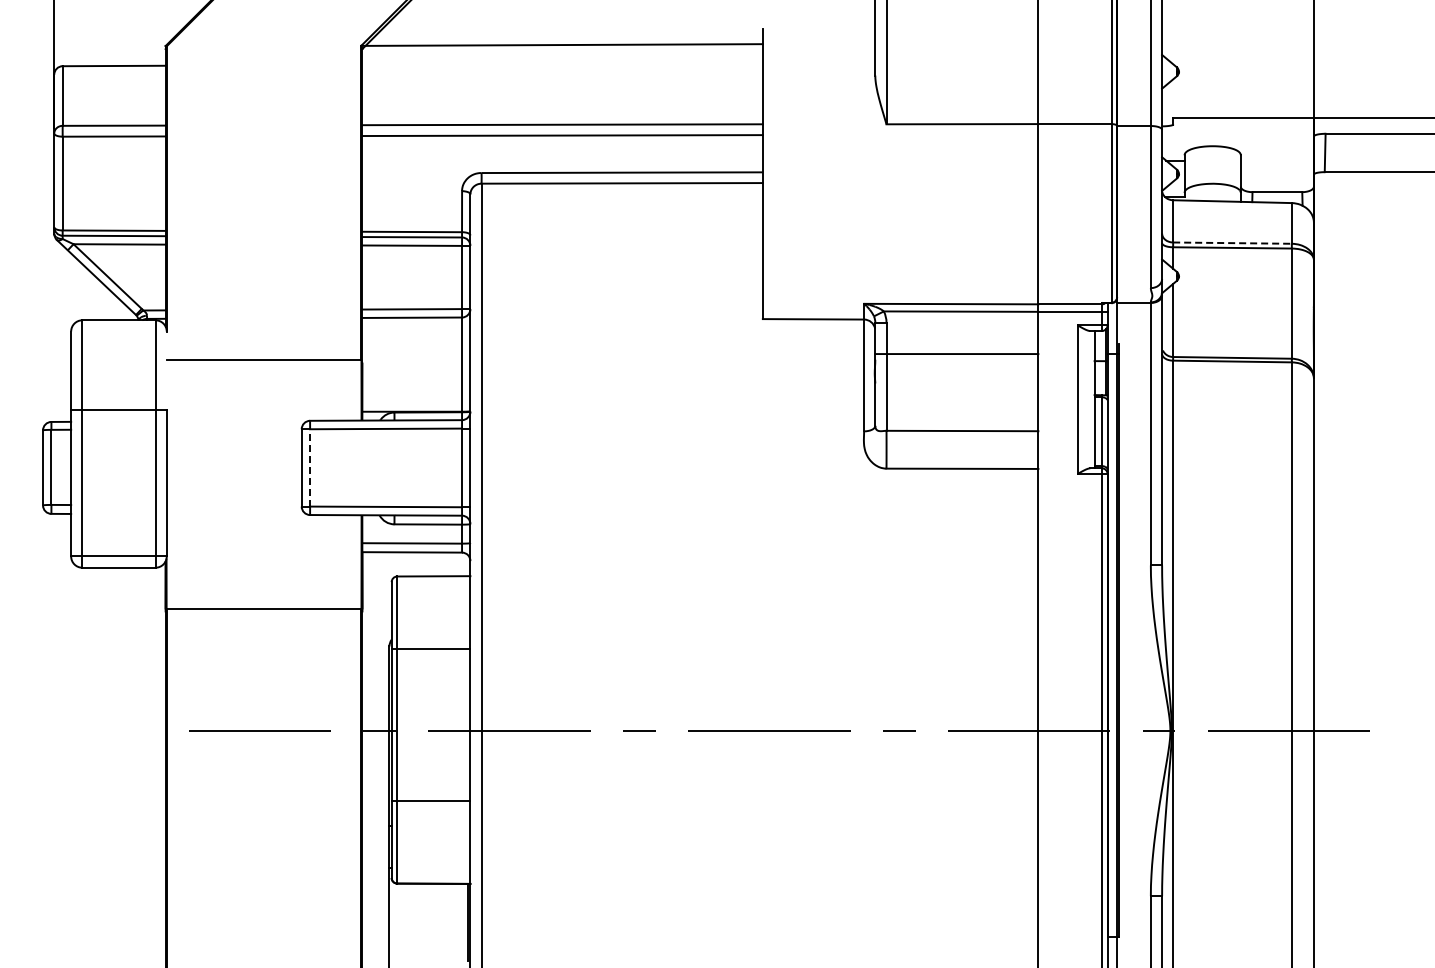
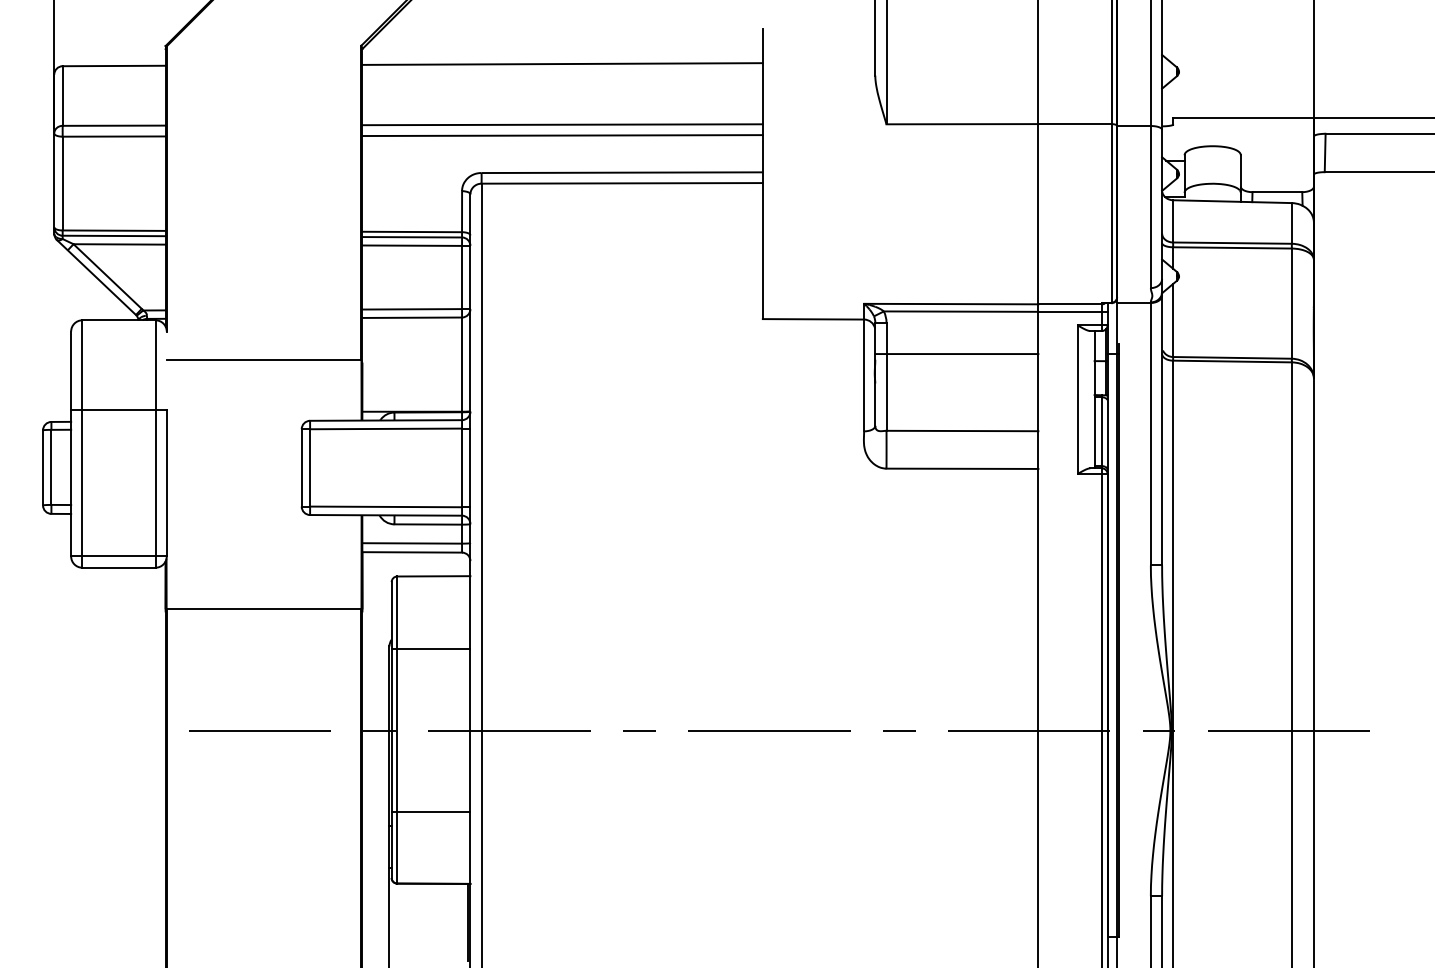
line at (562, 44) position: (562, 44) -> (562, 63)
line at (1232, 243): dashed -> solid
line at (310, 467): dashed -> solid
line at (430, 801) position: (430, 801) -> (430, 812)
